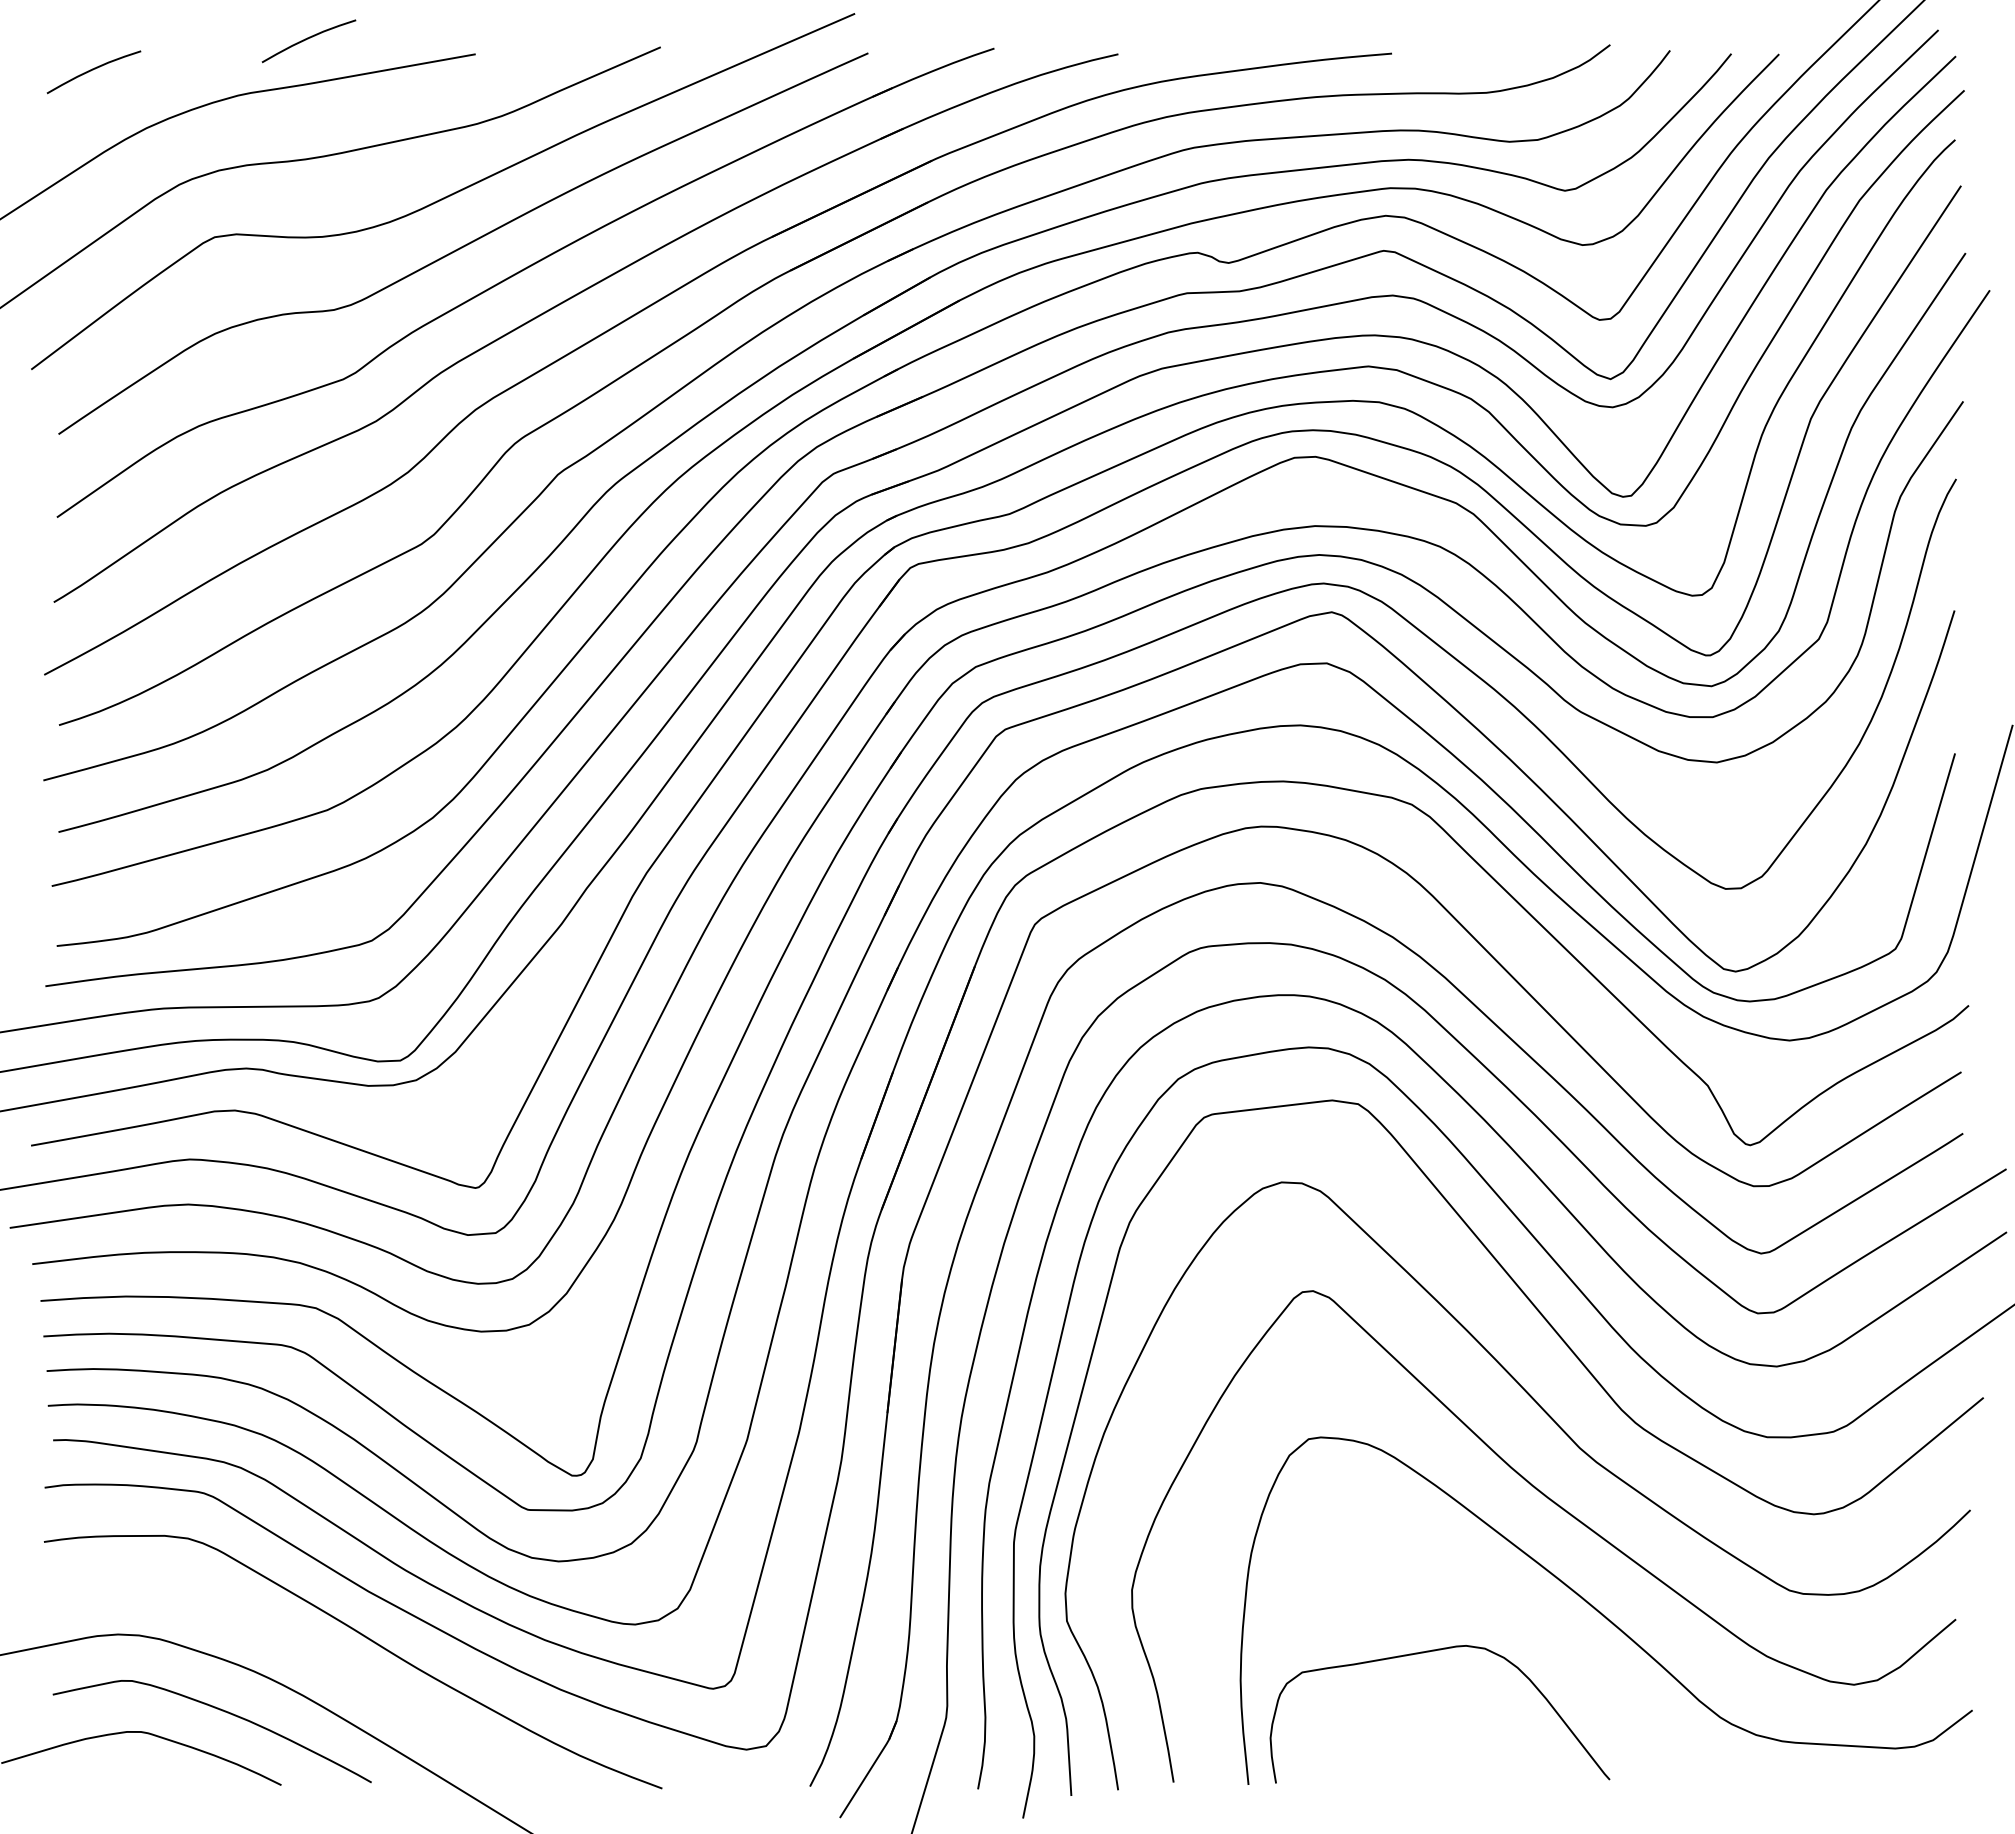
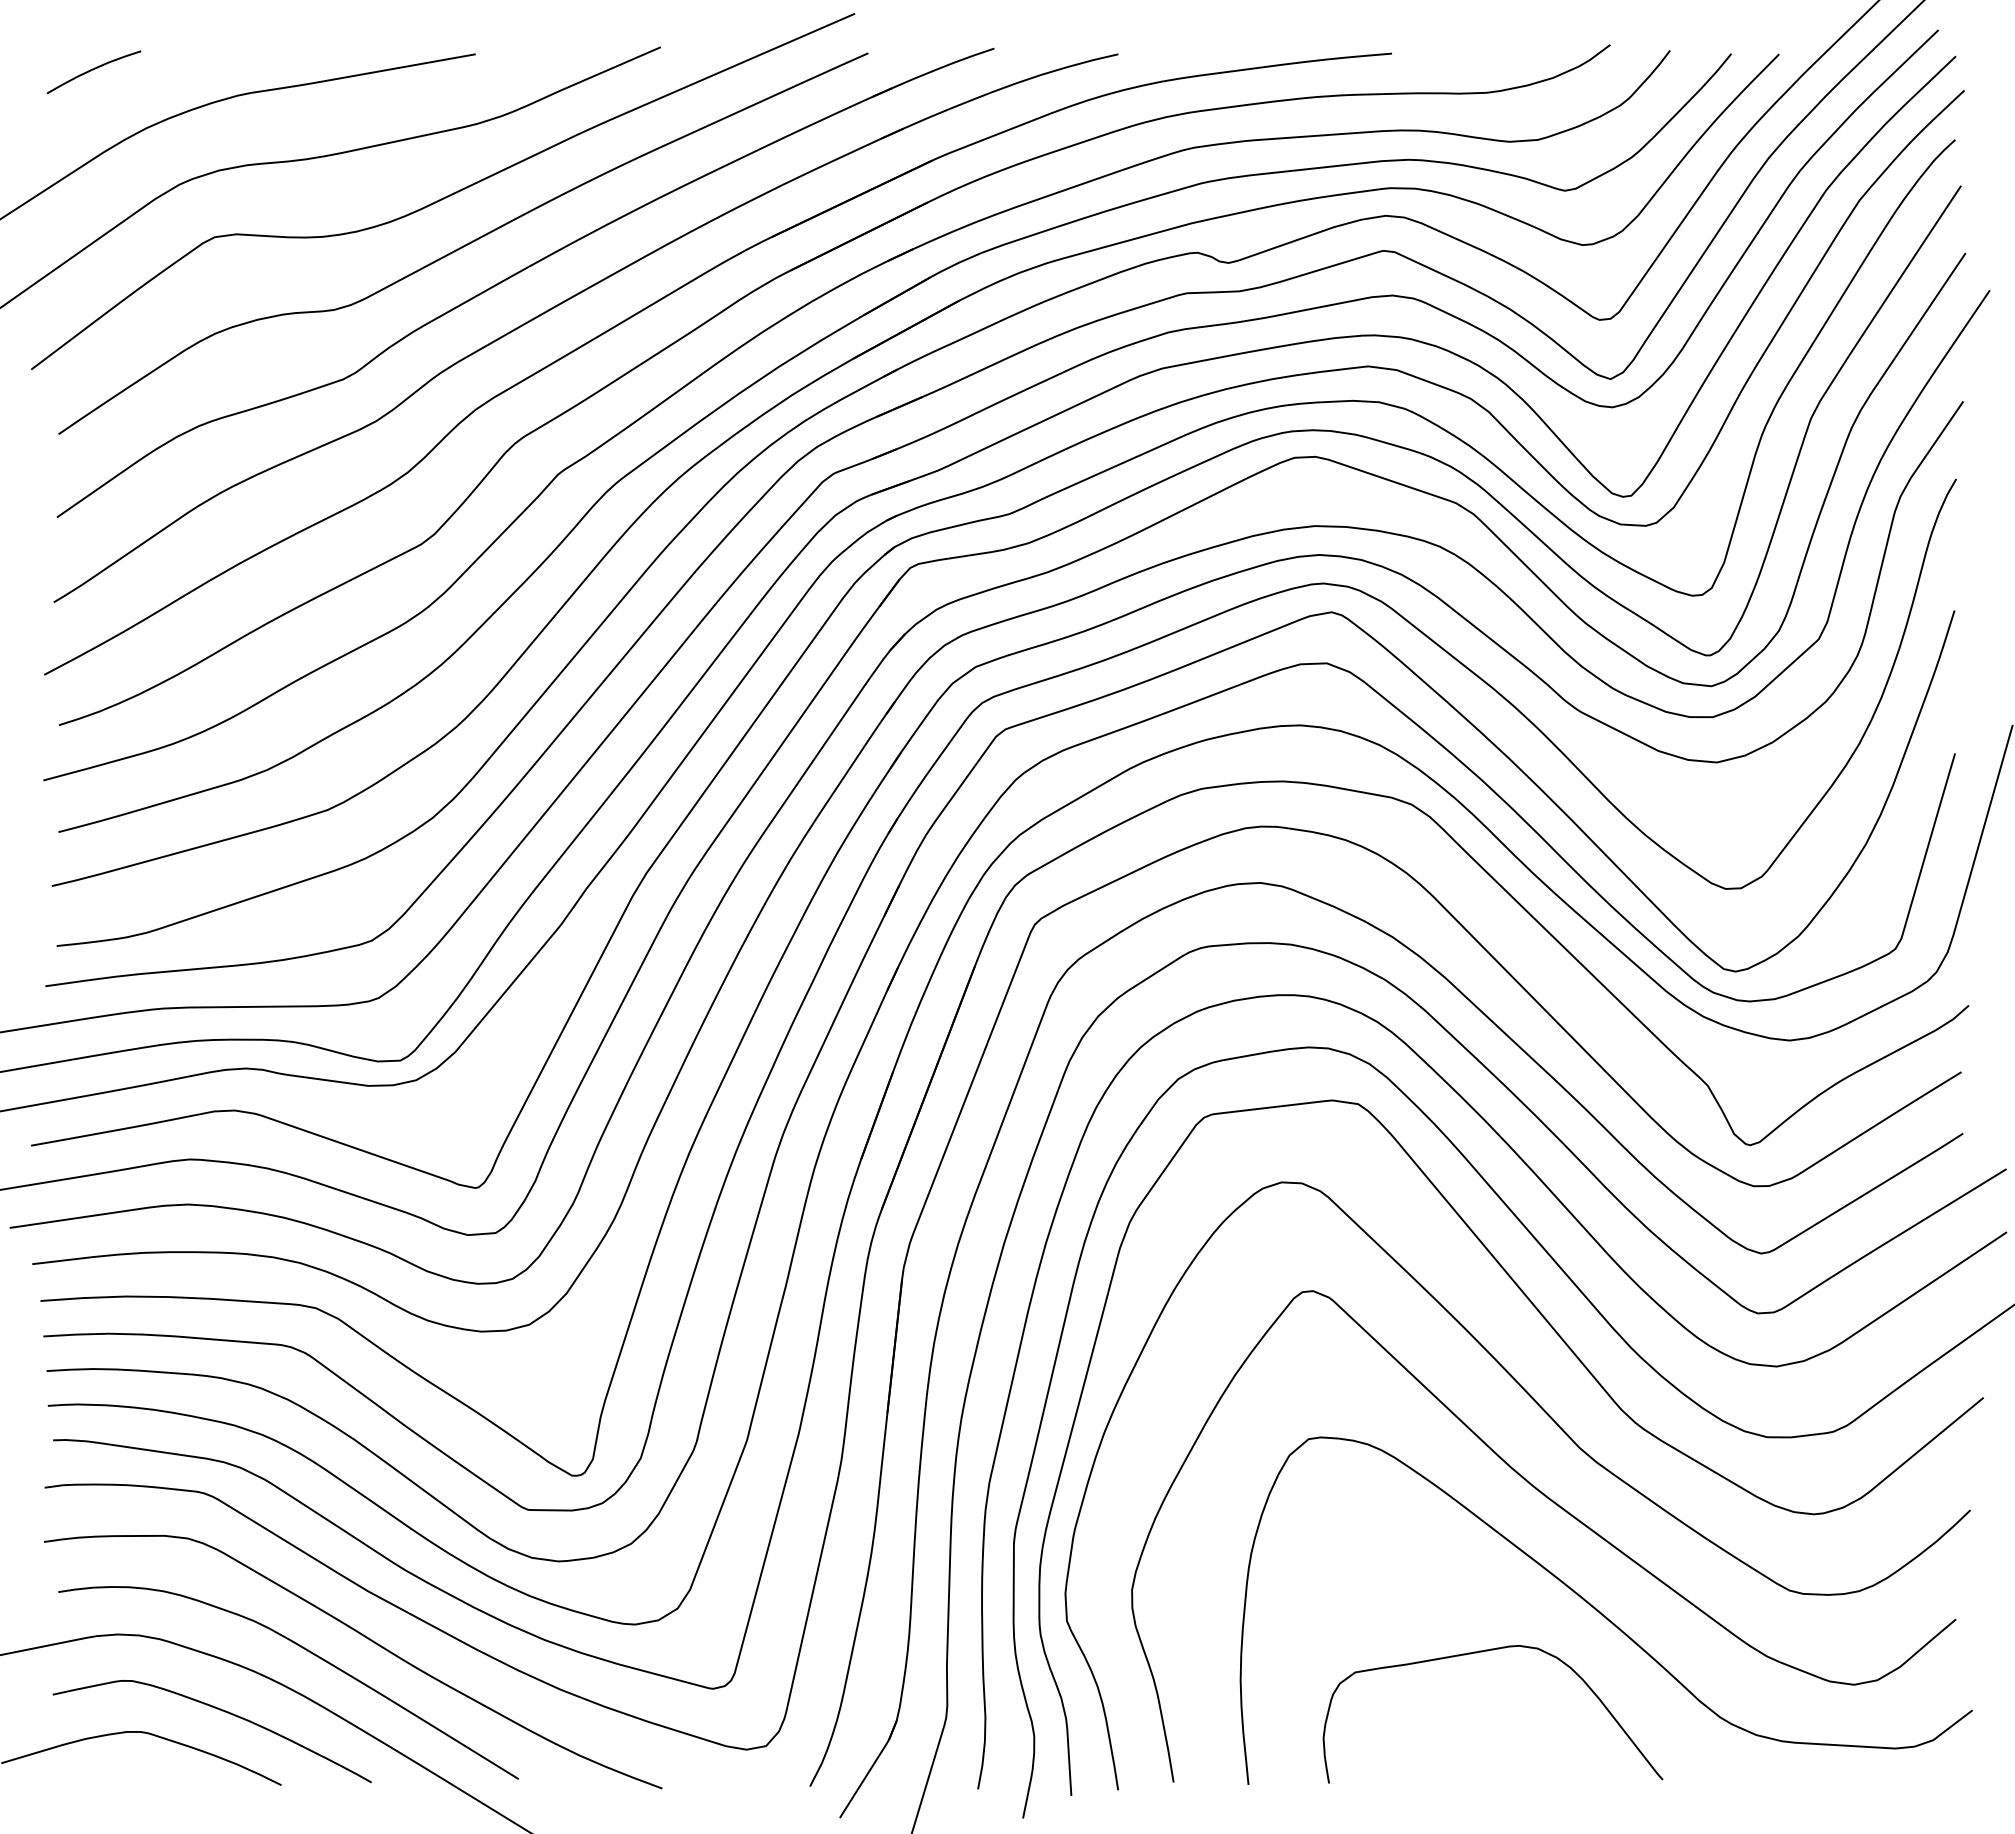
curve at (308, 39): present -> none
curve at (305, 1650): none -> present
curve at (1429, 1652) position: (1429, 1652) -> (1482, 1652)
